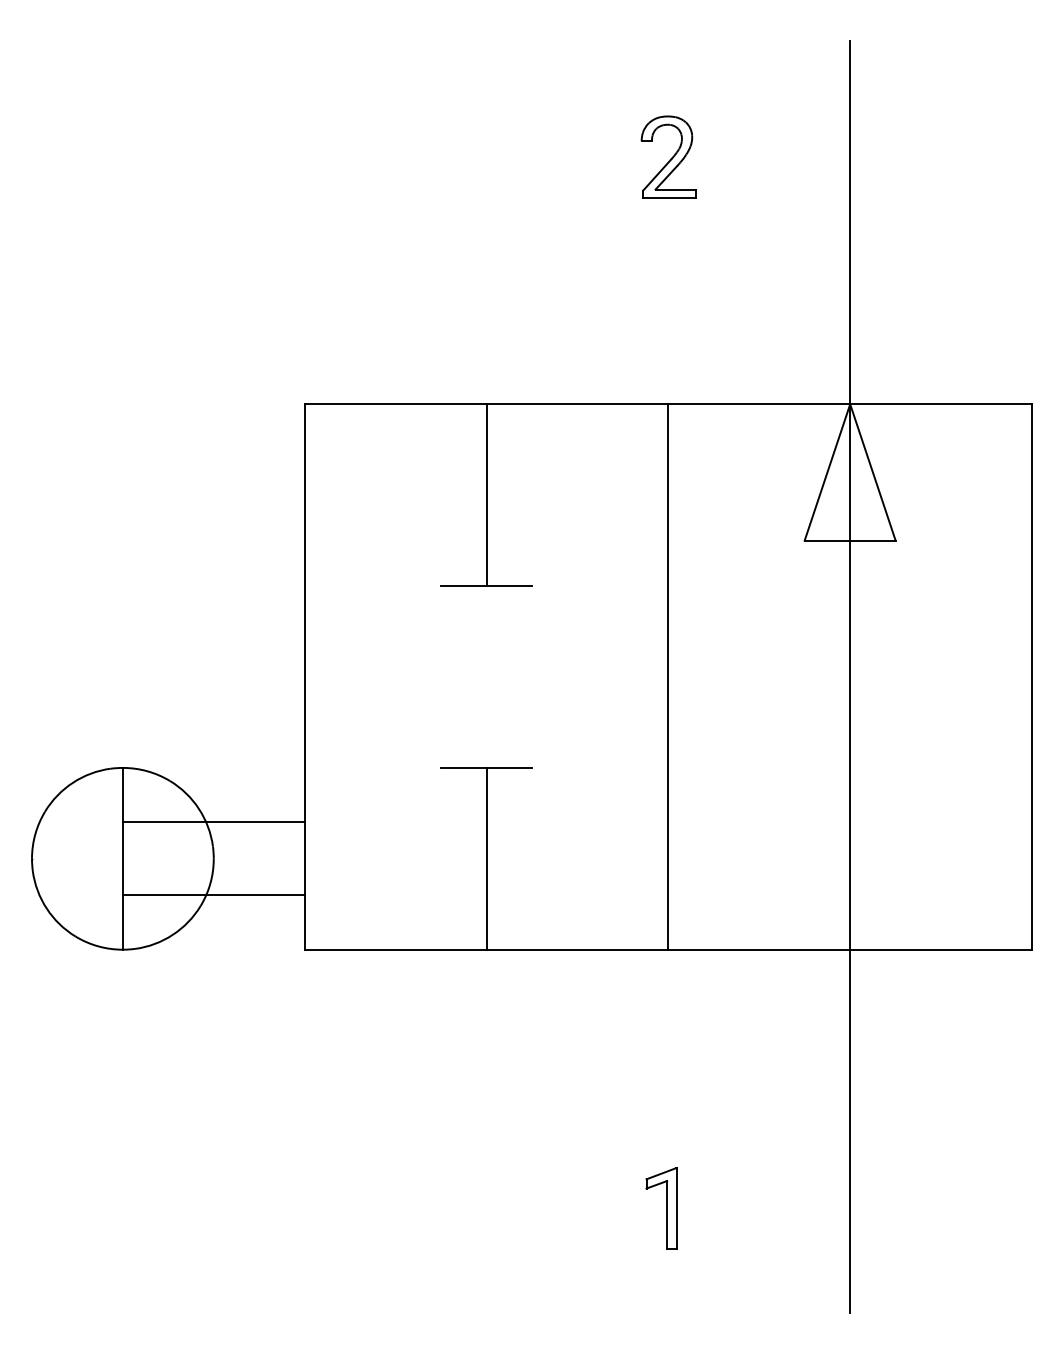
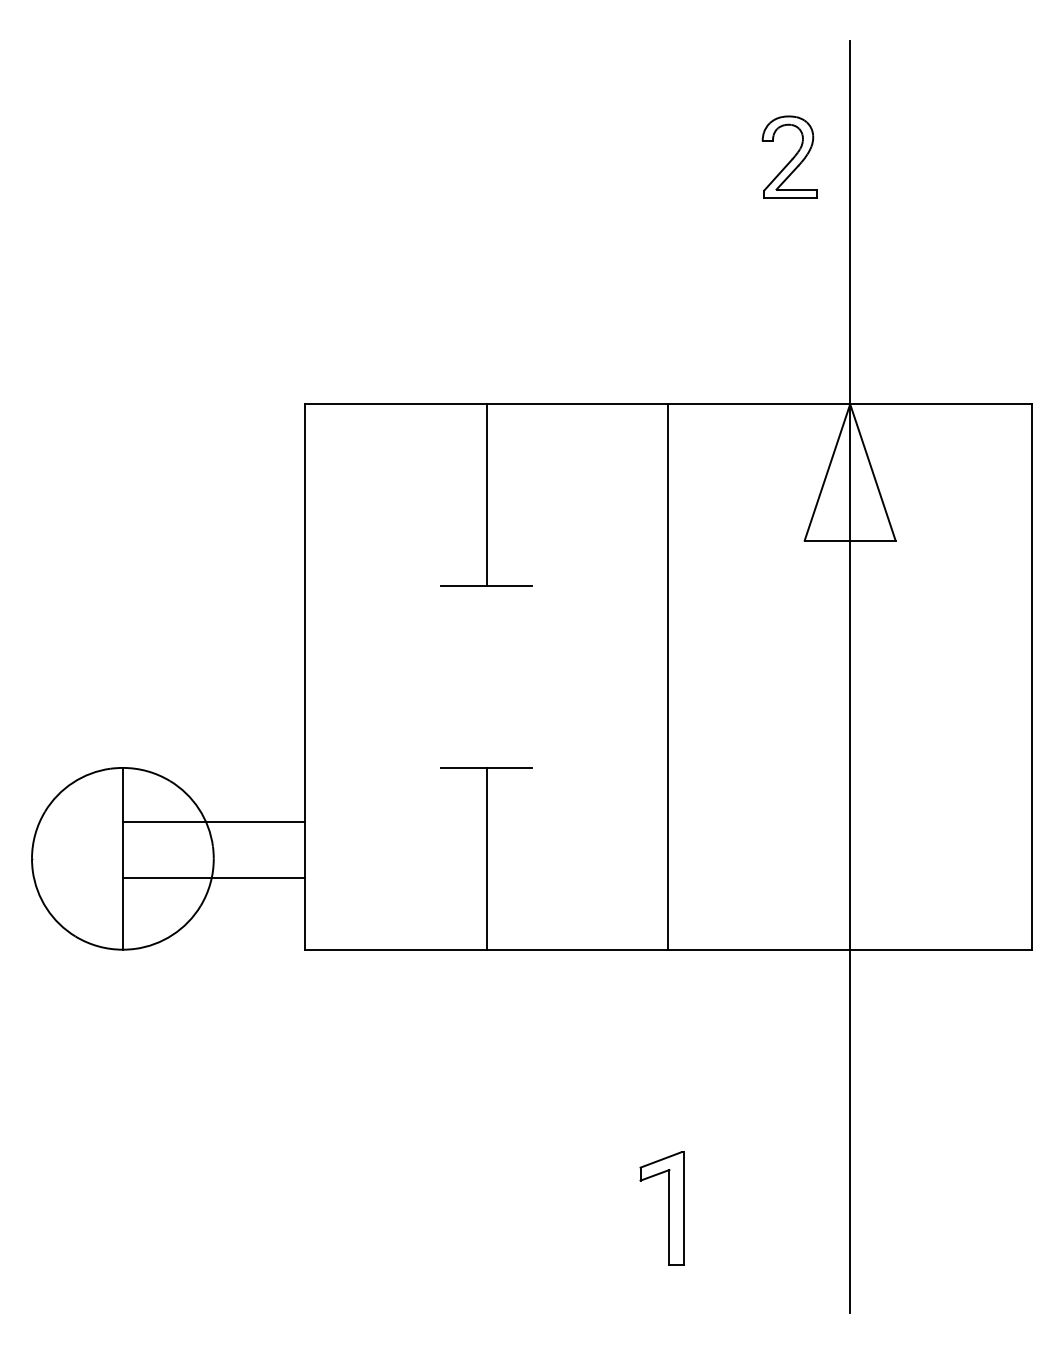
part at (668, 156) position: (668, 156) -> (789, 156)
line at (213, 895) position: (213, 895) -> (213, 878)
part at (661, 1208) size: 33x83 px -> 46x115 px
